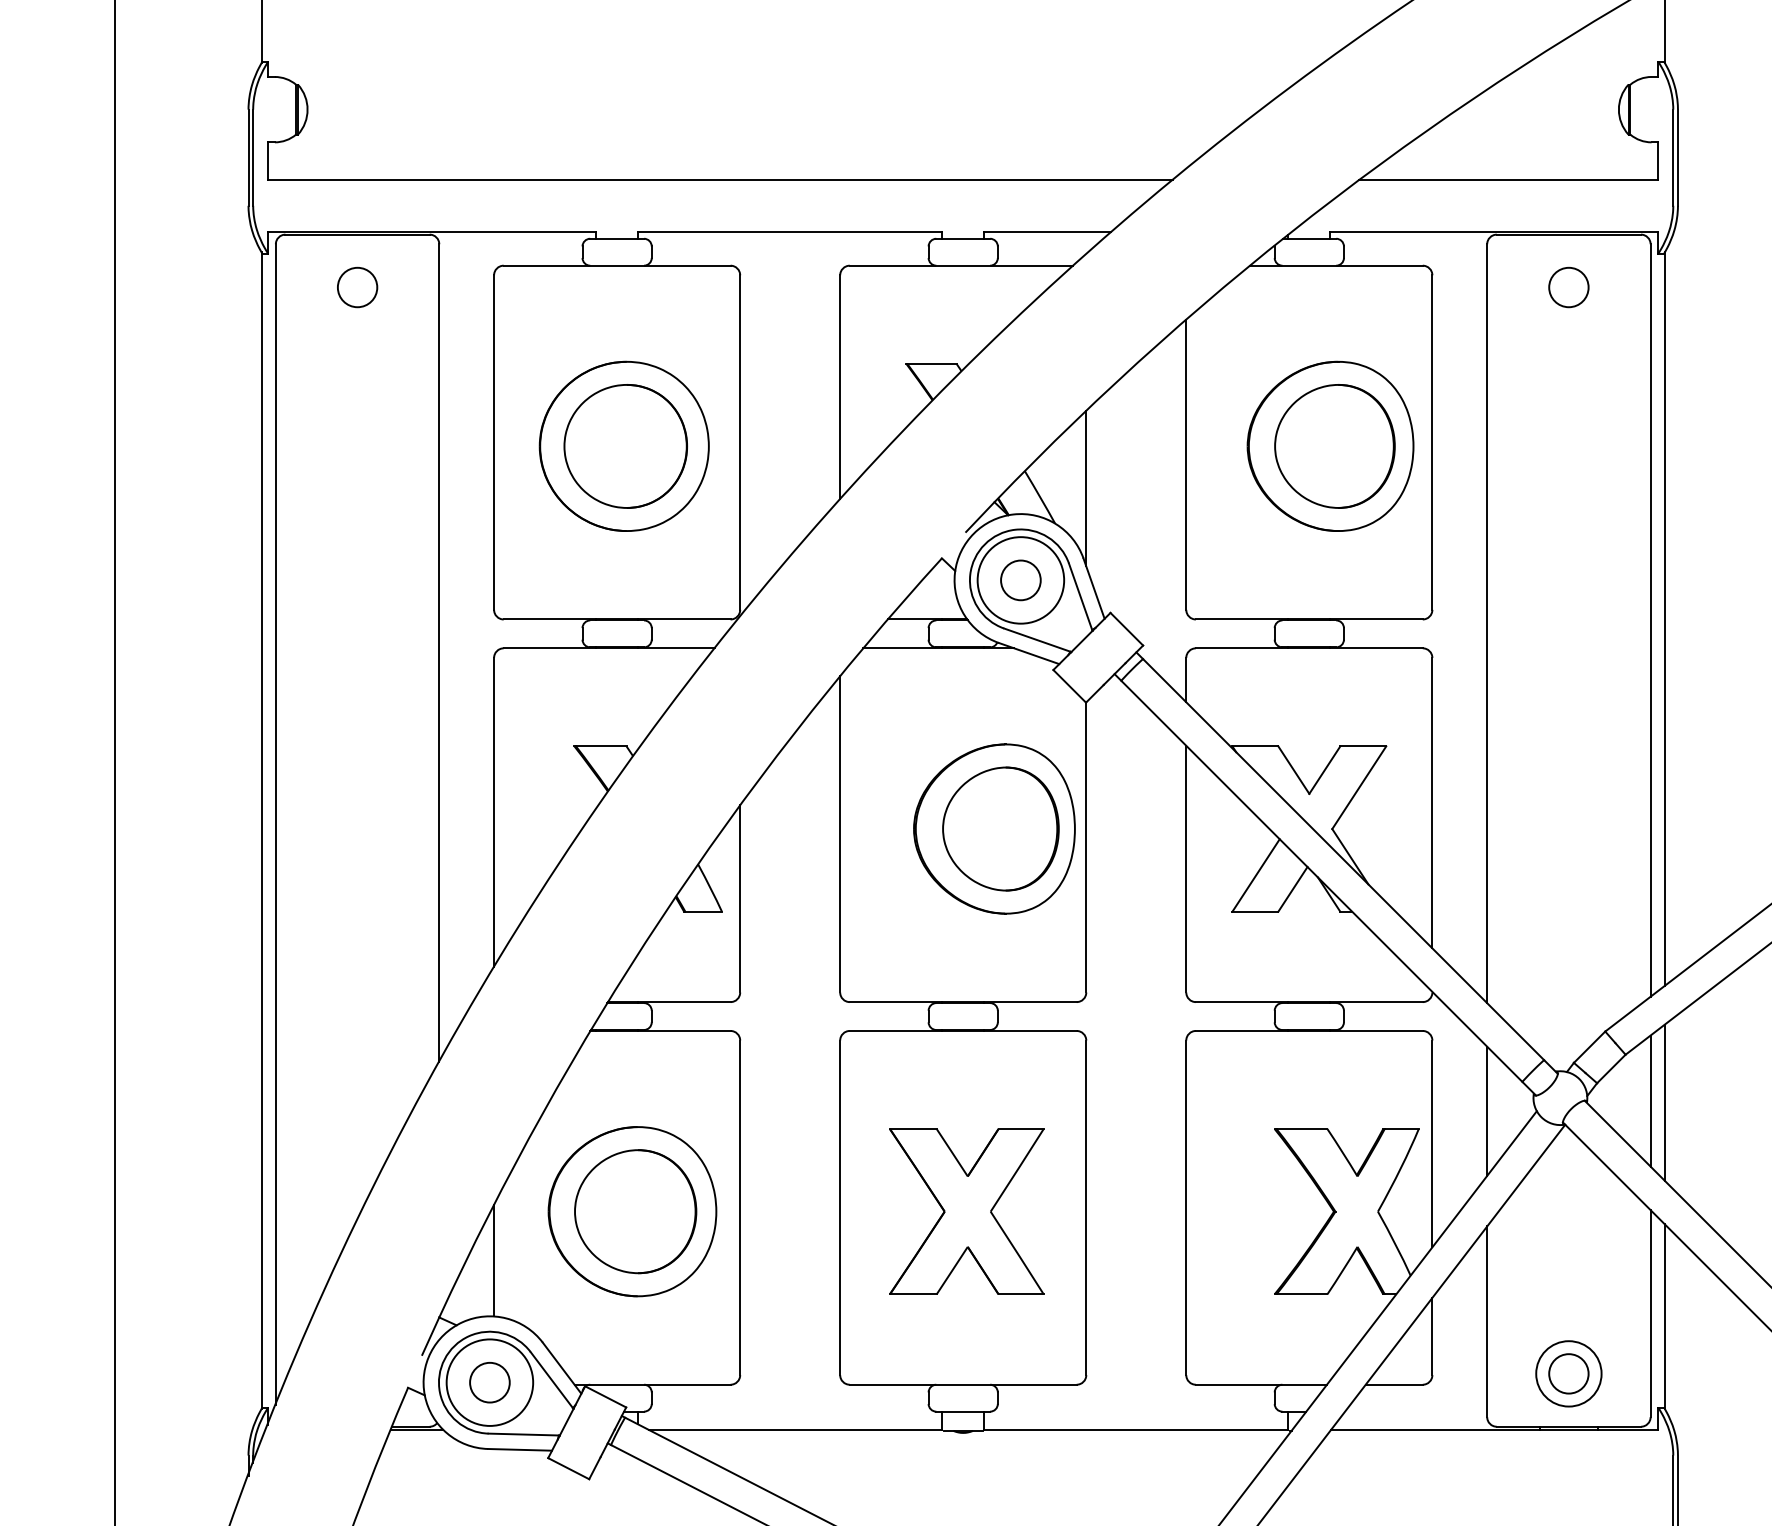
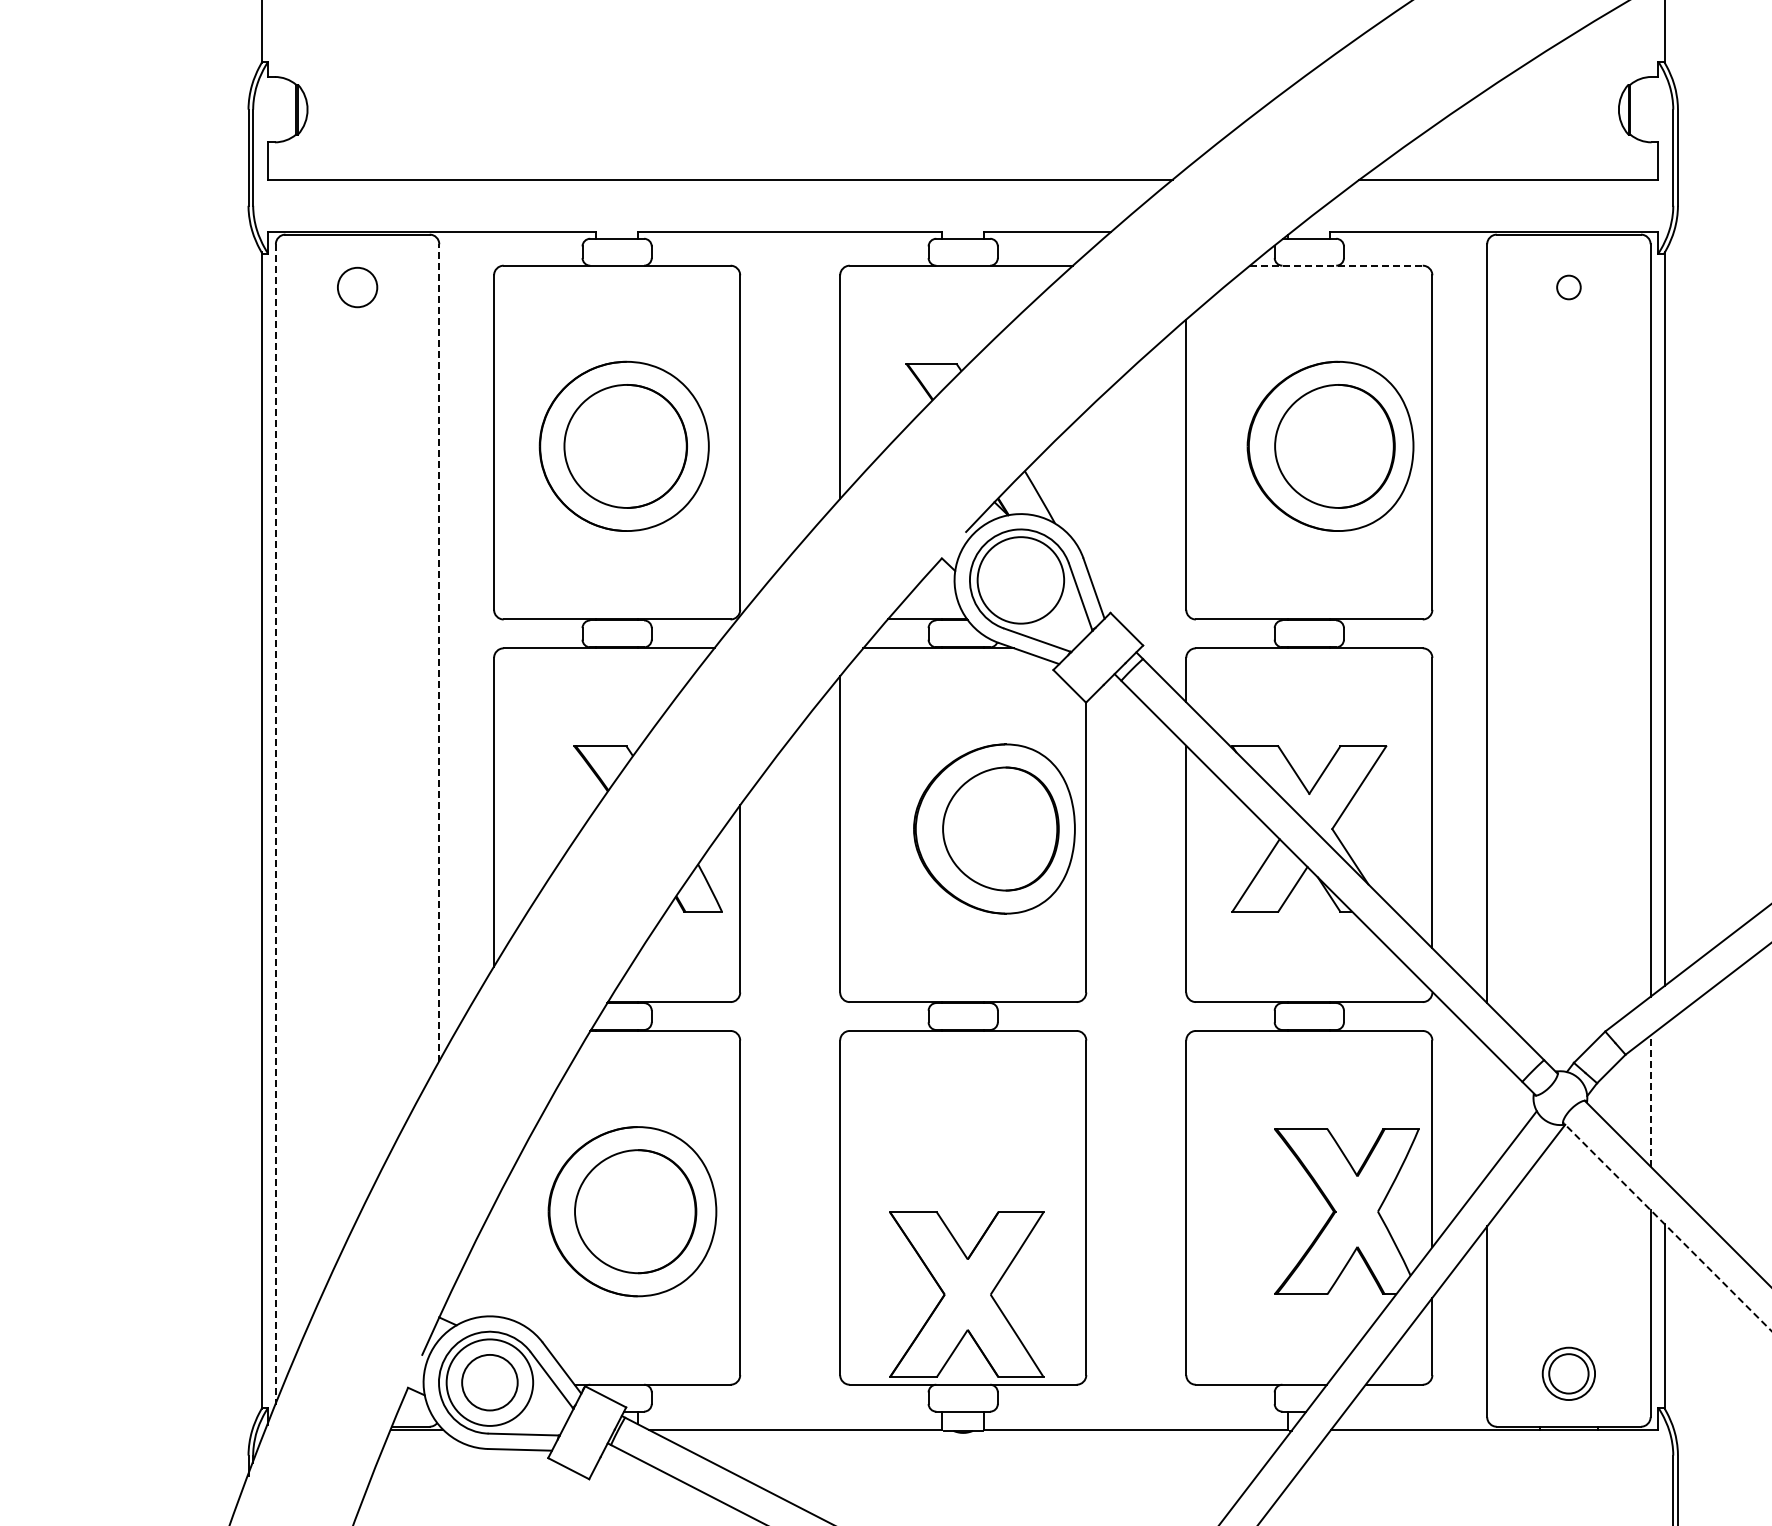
line at (1336, 265): solid -> dashed
circle at (1568, 287) size: 42x43 px -> 26x27 px
line at (1086, 488): present -> none
circle at (1020, 580): present -> none
line at (439, 653): solid -> dashed
line at (115, 762): present -> none
line at (275, 824): solid -> dashed
line at (1650, 1101): solid -> dashed
line at (1664, 1102): present -> none
line at (1487, 1110): present -> none
part at (966, 1211) position: (966, 1211) -> (966, 1294)
line at (1666, 1226): solid -> dashed
line at (494, 1260): present -> none
circle at (1568, 1373) diameter: 65 px -> 52 px
circle at (489, 1382) diameter: 40 px -> 56 px
